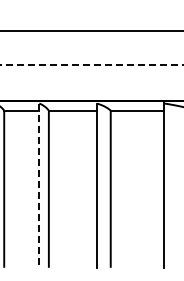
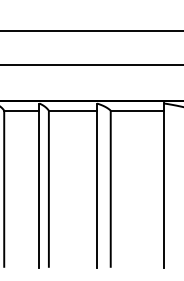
line at (91, 64): dashed -> solid
line at (39, 186): dashed -> solid
